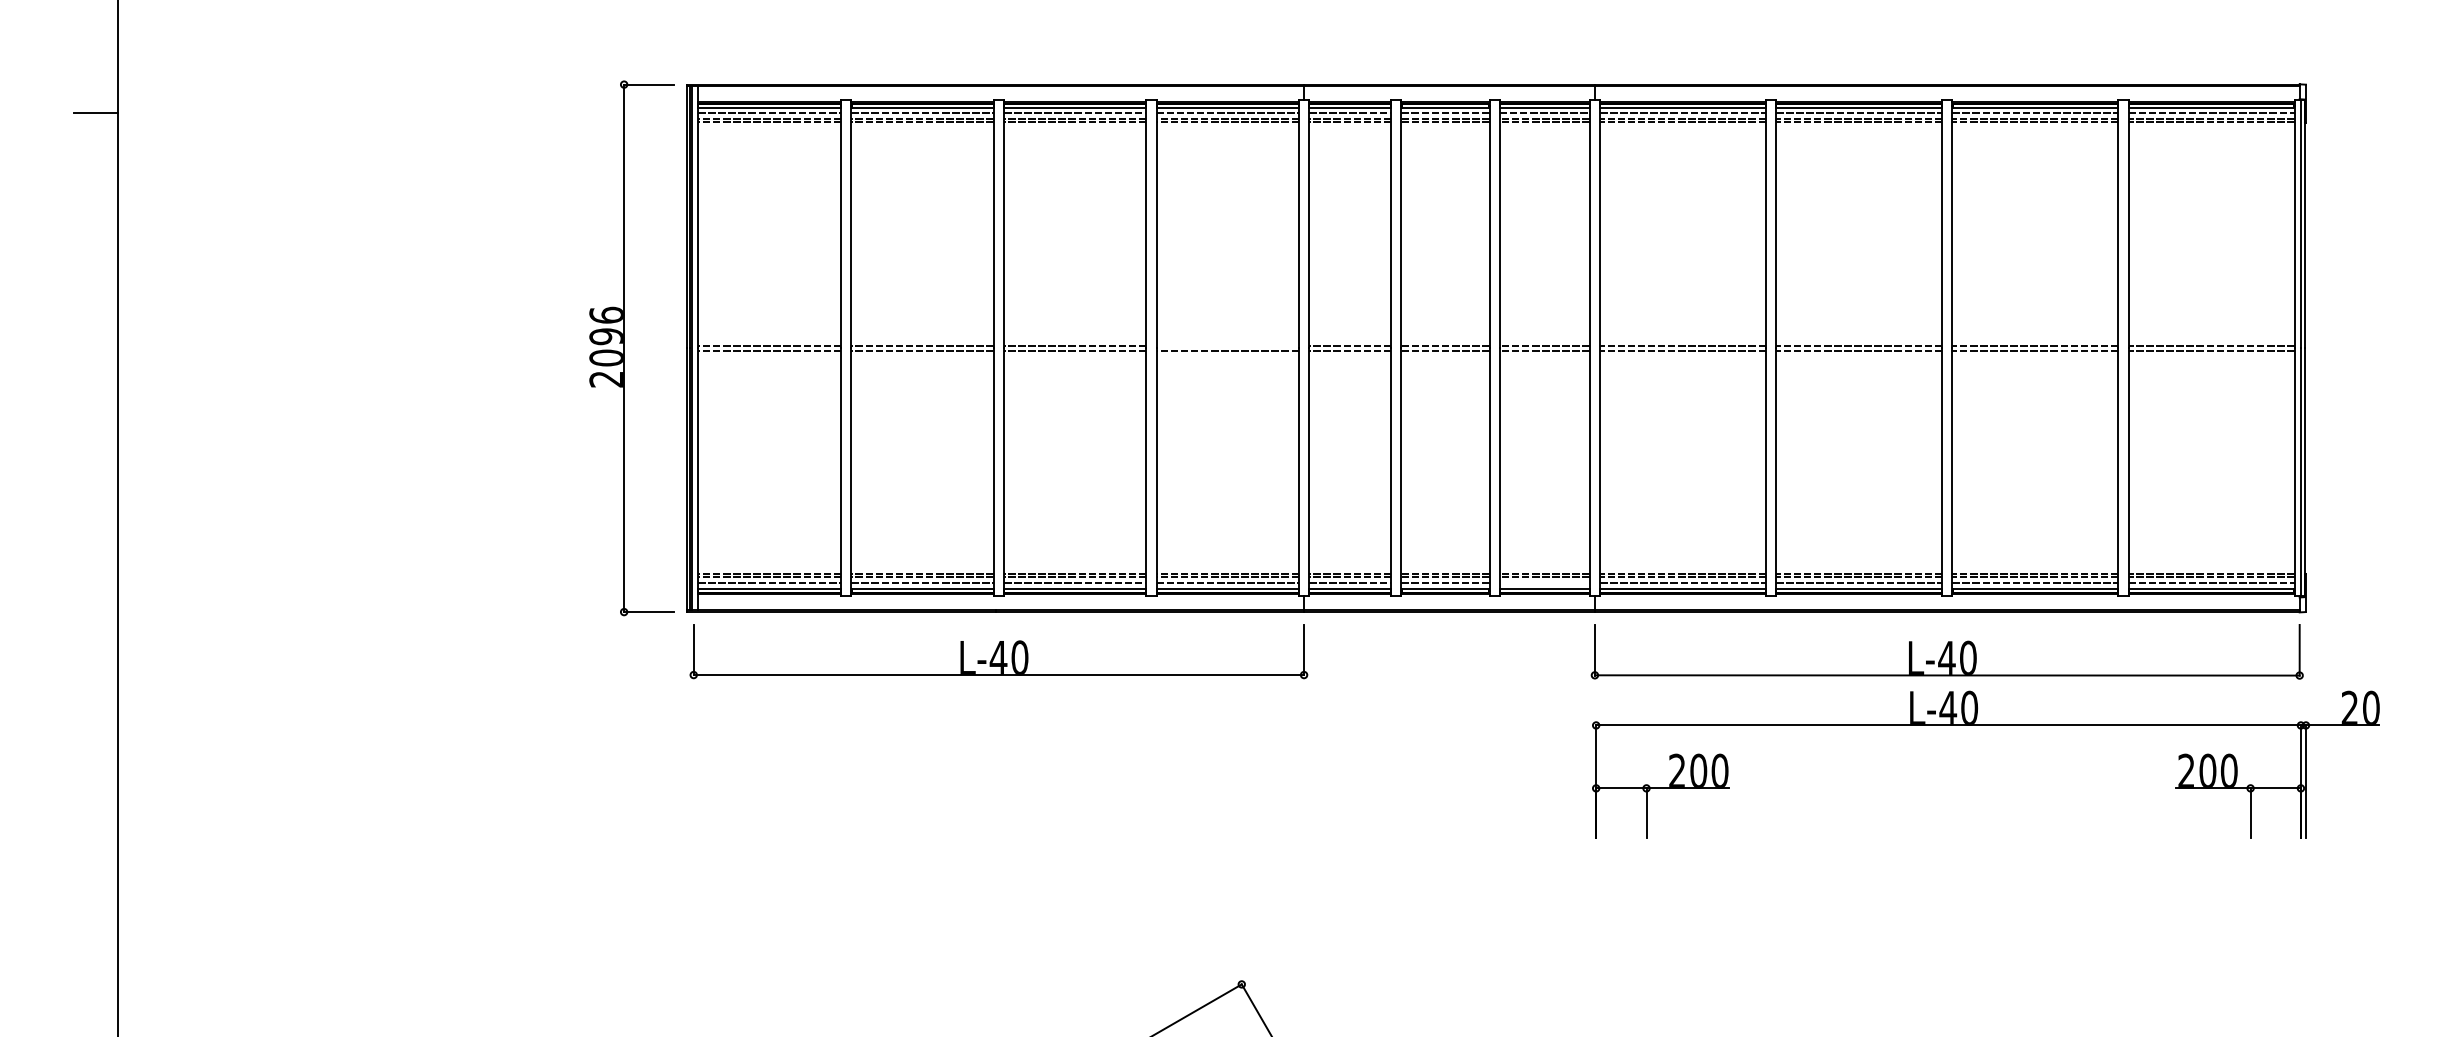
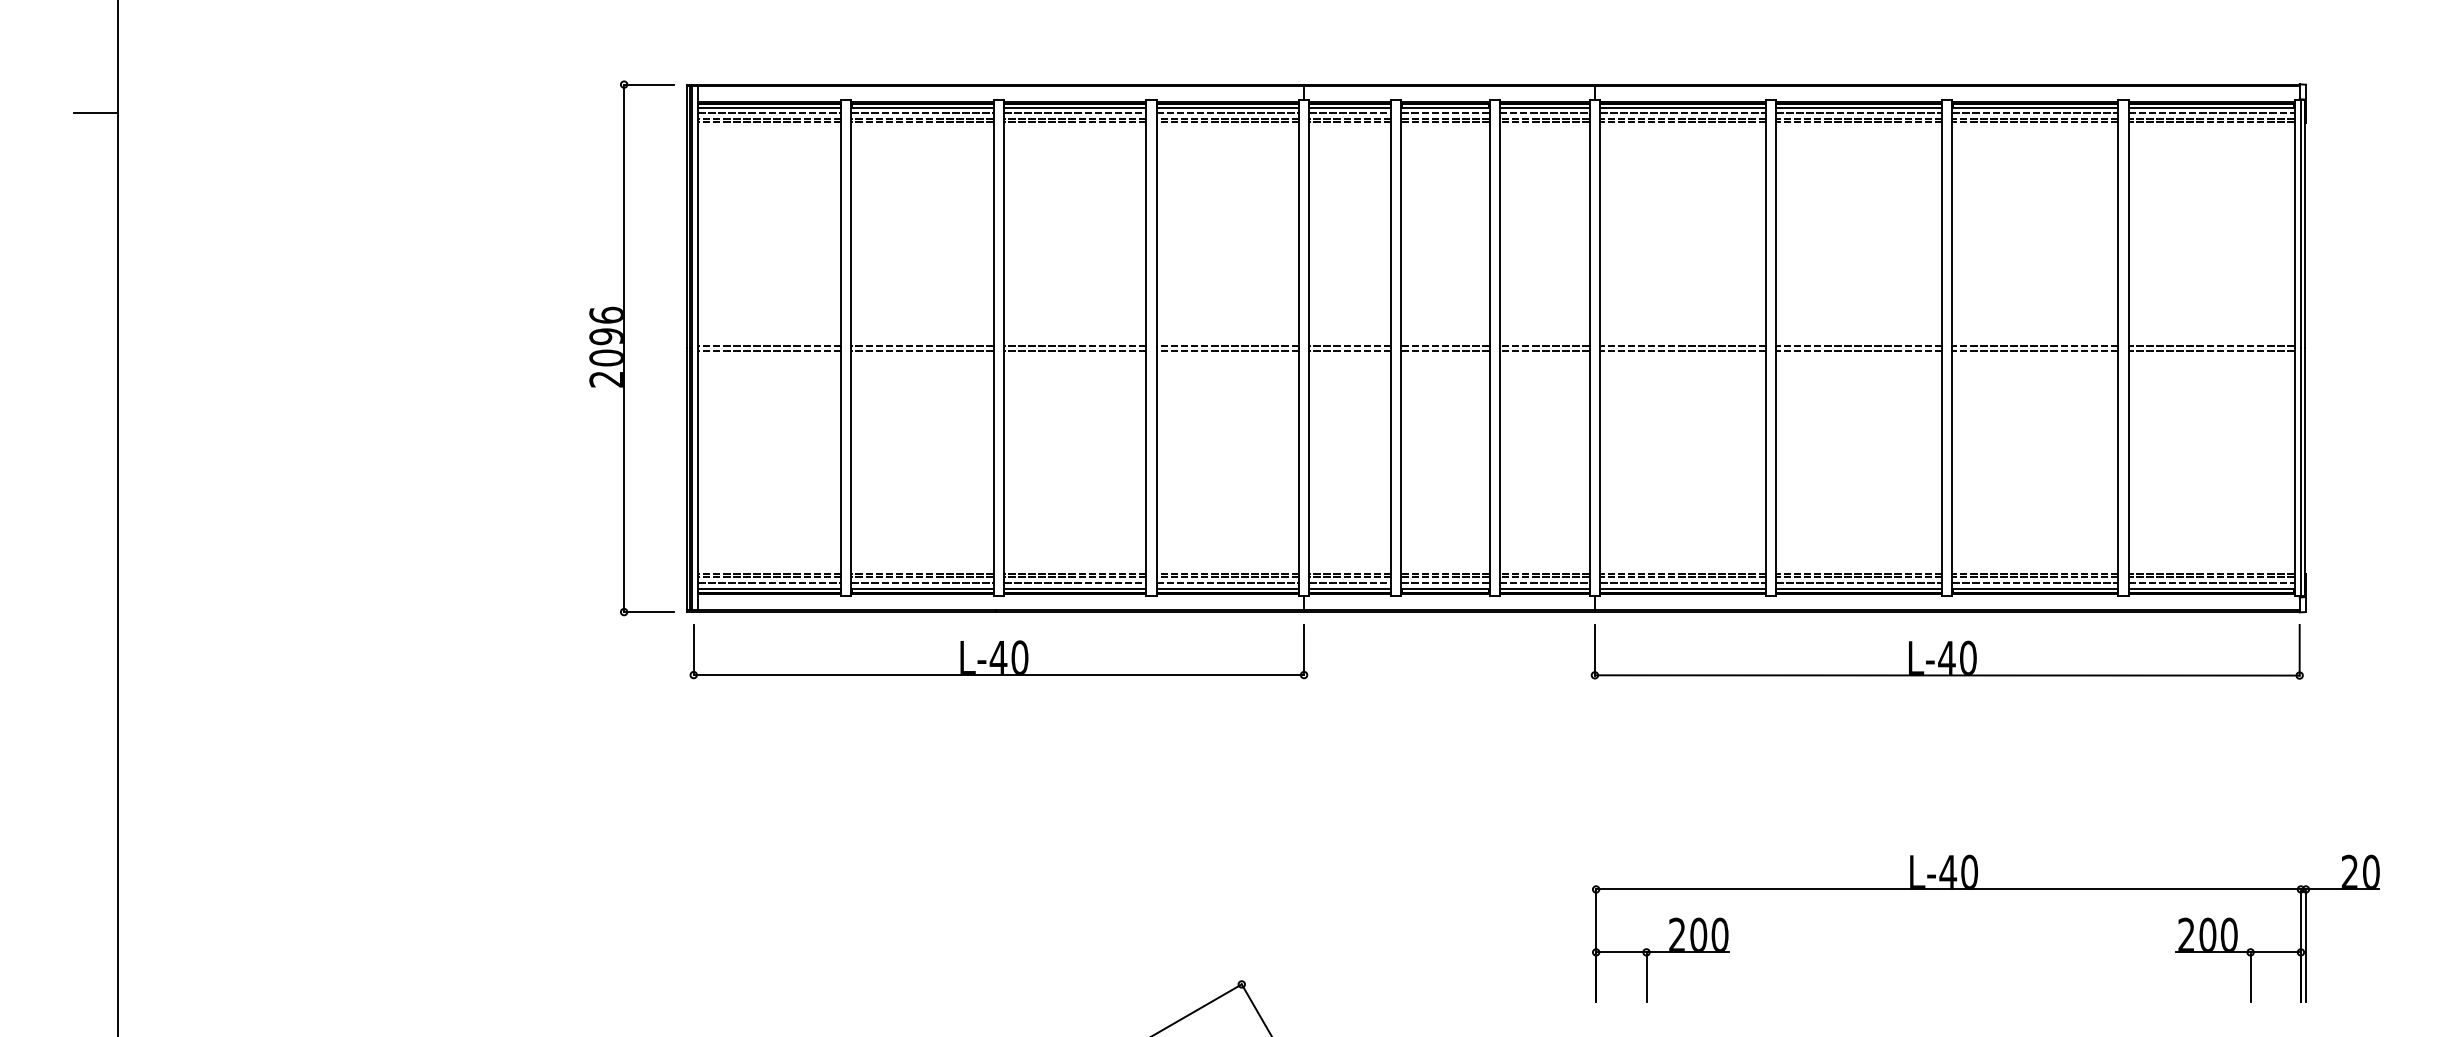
line at (1227, 345): none -> present
line at (1544, 583): none -> present
part at (1985, 725) position: (1985, 725) -> (1985, 889)
